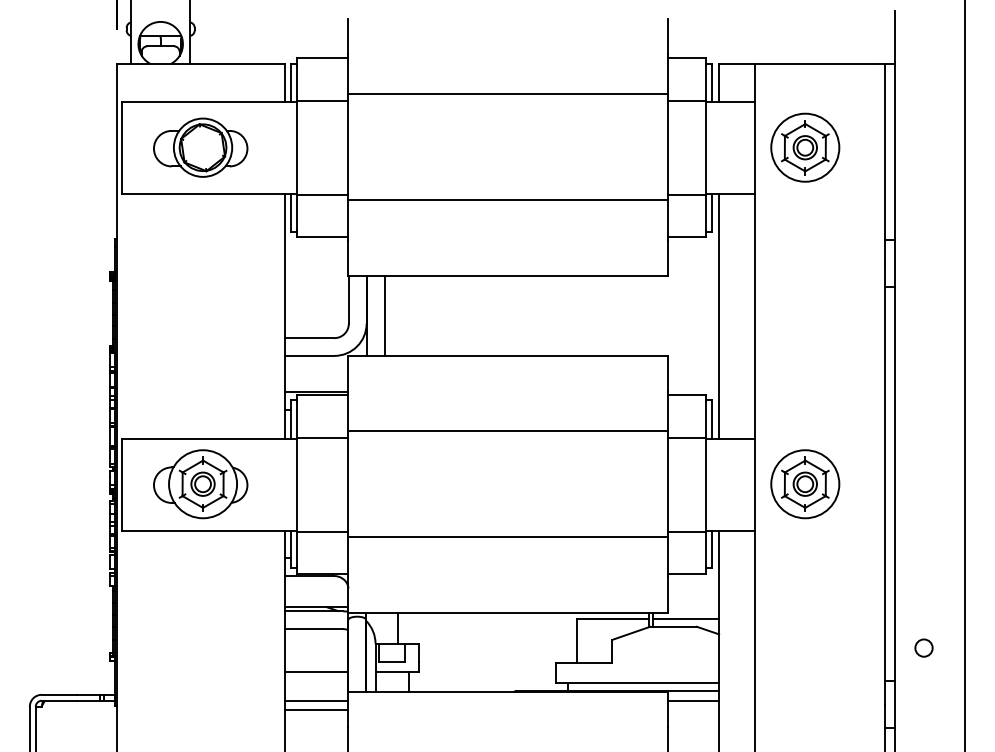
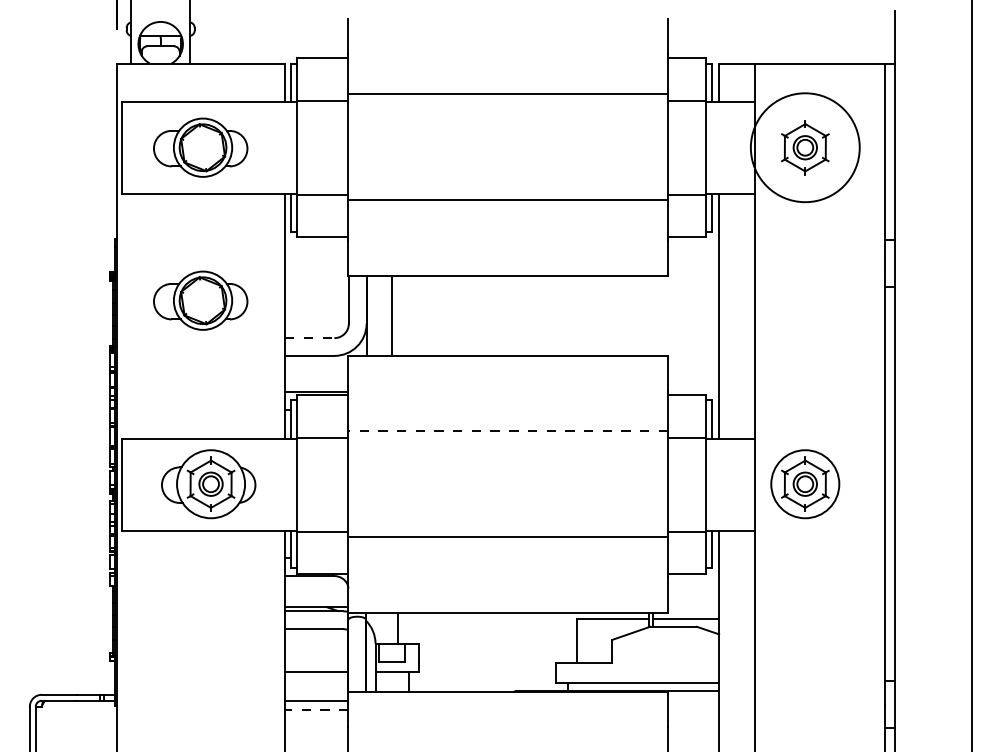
circle at (805, 147) diameter: 68 px -> 109 px
part at (200, 300): none -> present
line at (384, 315) position: (384, 315) -> (391, 315)
line at (309, 338): solid -> dashed
line at (965, 375) position: (965, 375) -> (972, 375)
line at (508, 430): solid -> dashed
part at (200, 484) position: (200, 484) -> (208, 484)
circle at (923, 647): present -> none
line at (693, 700): present -> none
line at (316, 709): solid -> dashed
